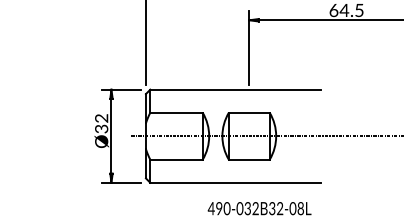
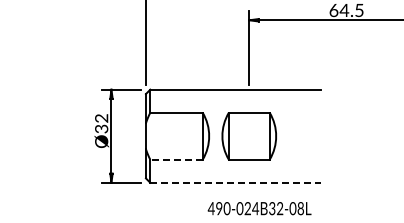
line at (265, 136): present -> none
line at (176, 159): solid -> dashed
line at (235, 182): solid -> dashed
text at (251, 208): 490-032B32-08L -> 490-024B32-08L
